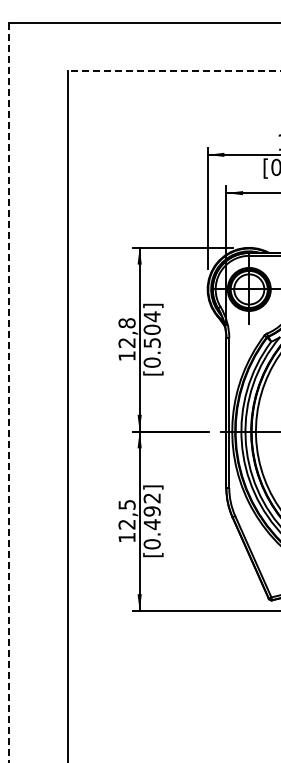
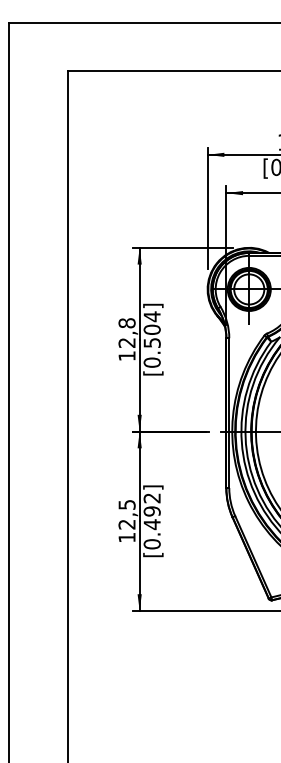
line at (174, 70): dashed -> solid
line at (8, 392): dashed -> solid
